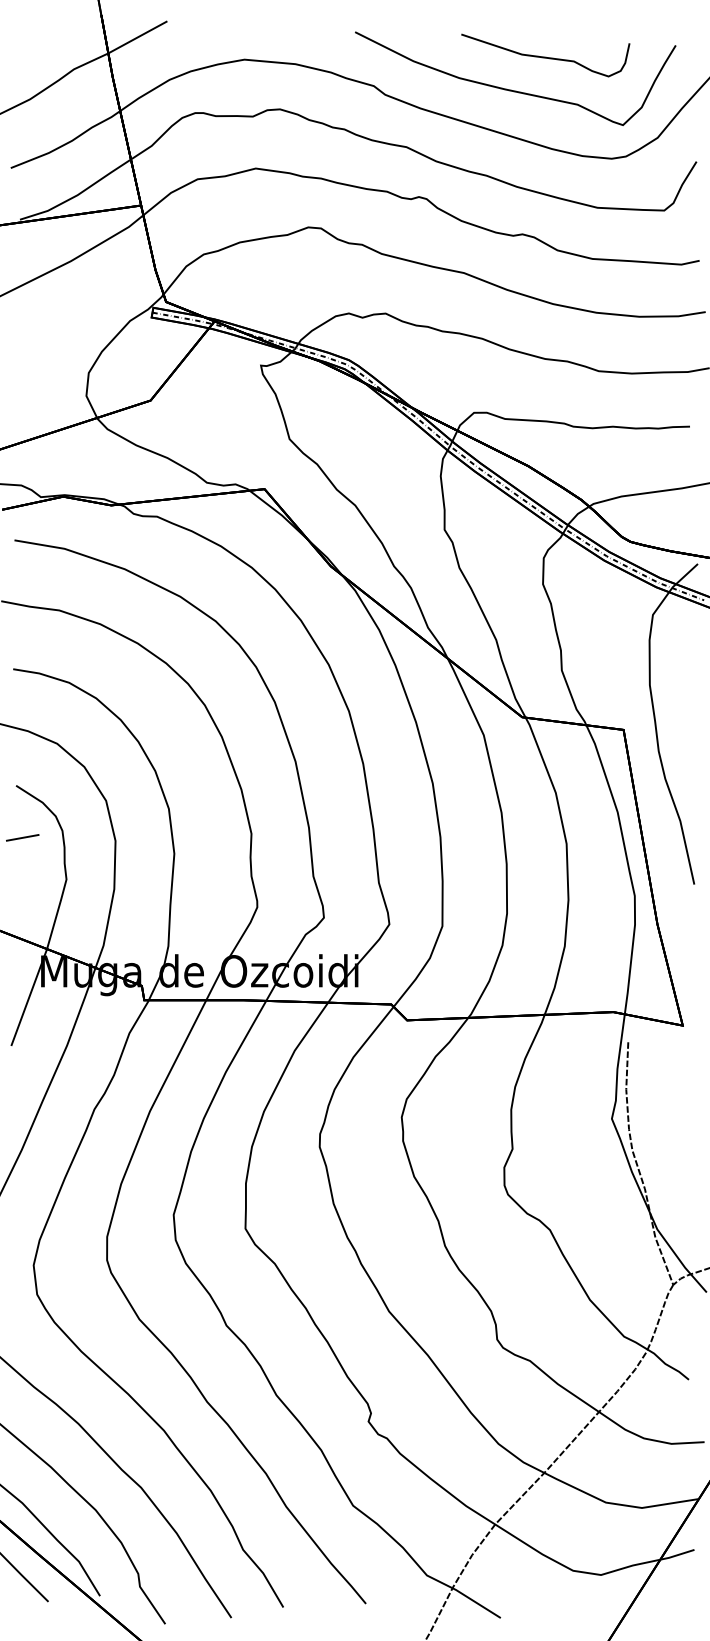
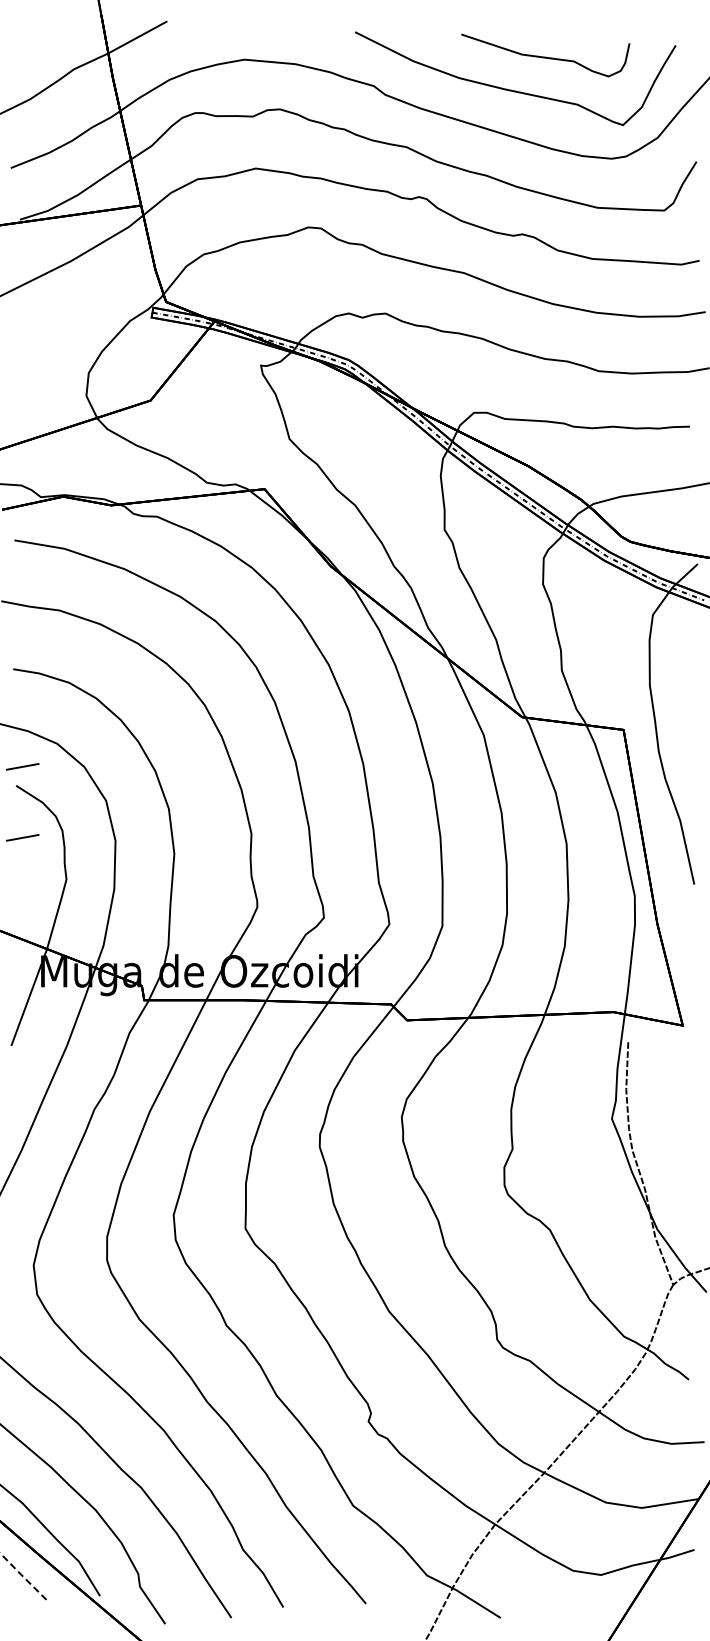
line at (22, 766): none -> present
line at (24, 1577): solid -> dashed
